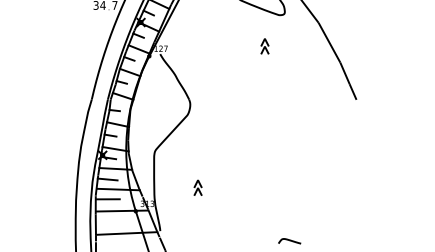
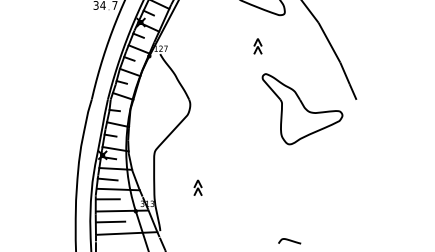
part at (264, 46) position: (264, 46) -> (257, 46)
part at (302, 109): none -> present
line at (110, 221): none -> present
